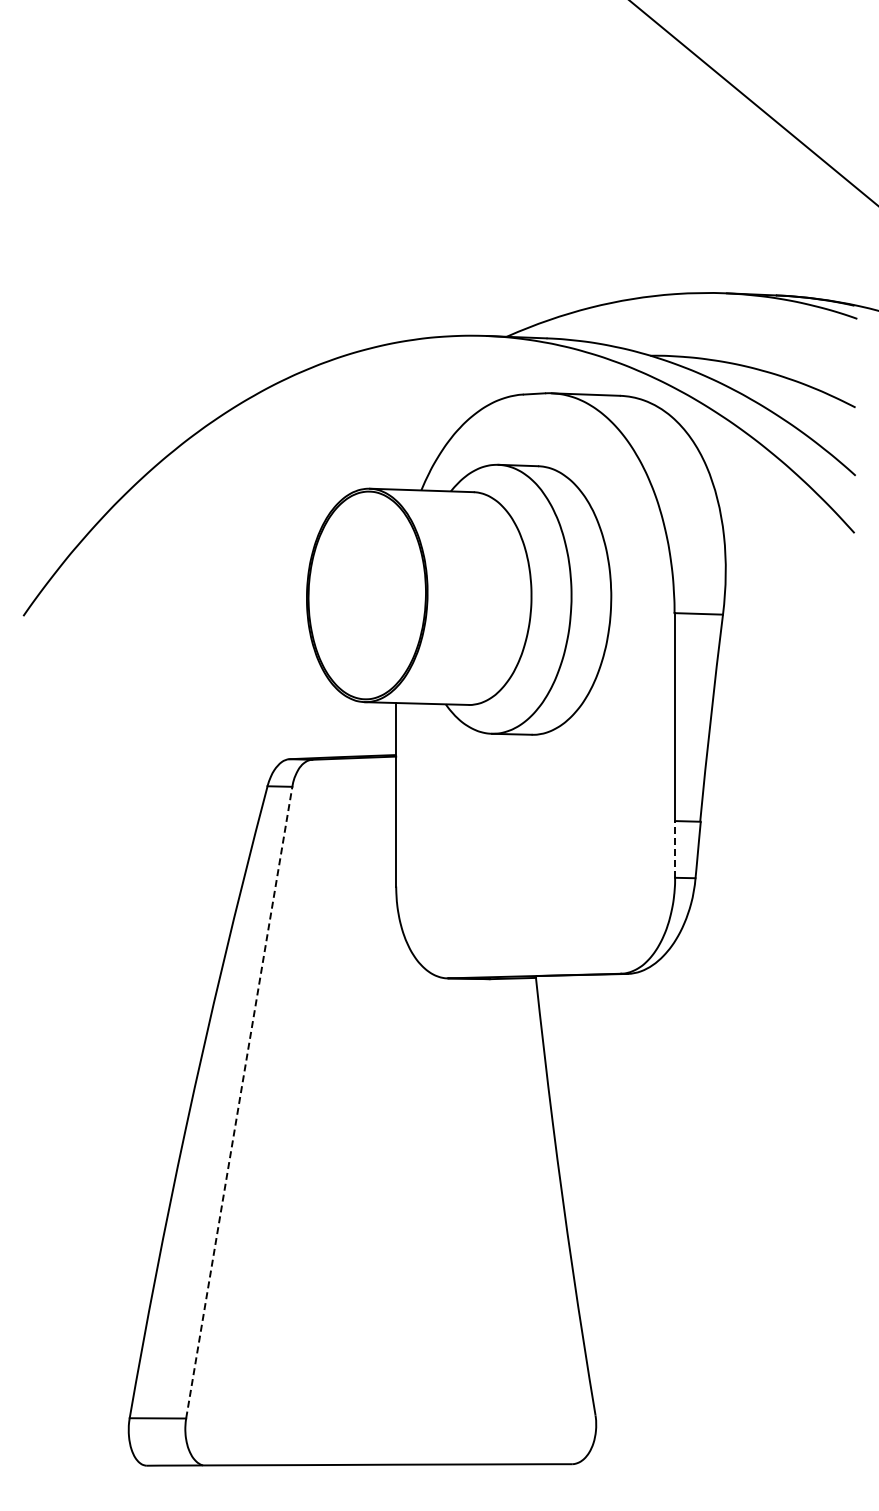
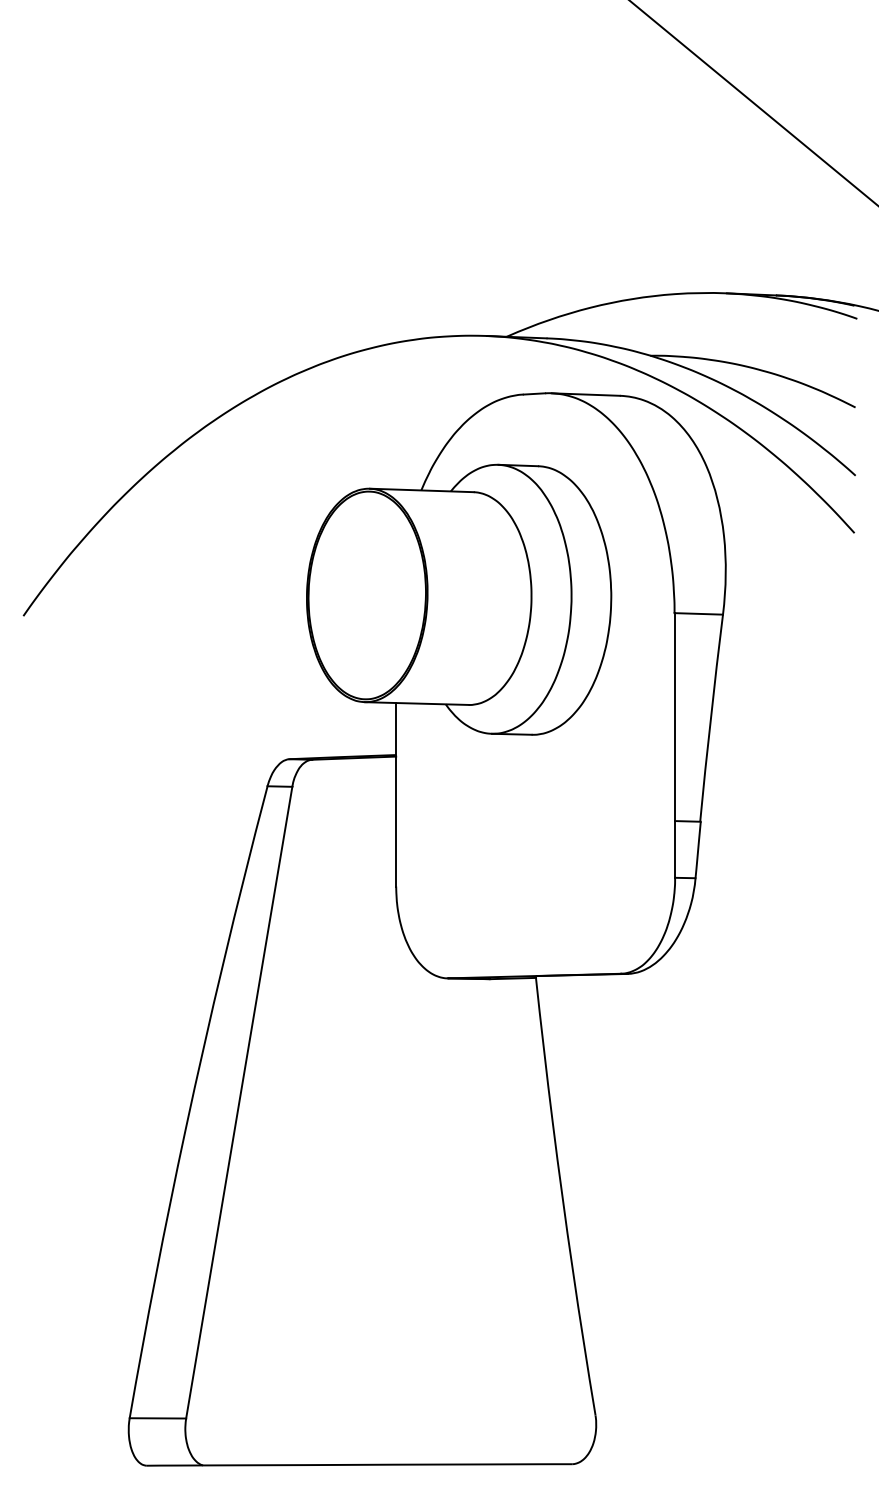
line at (675, 848): dashed -> solid
line at (239, 1102): dashed -> solid
